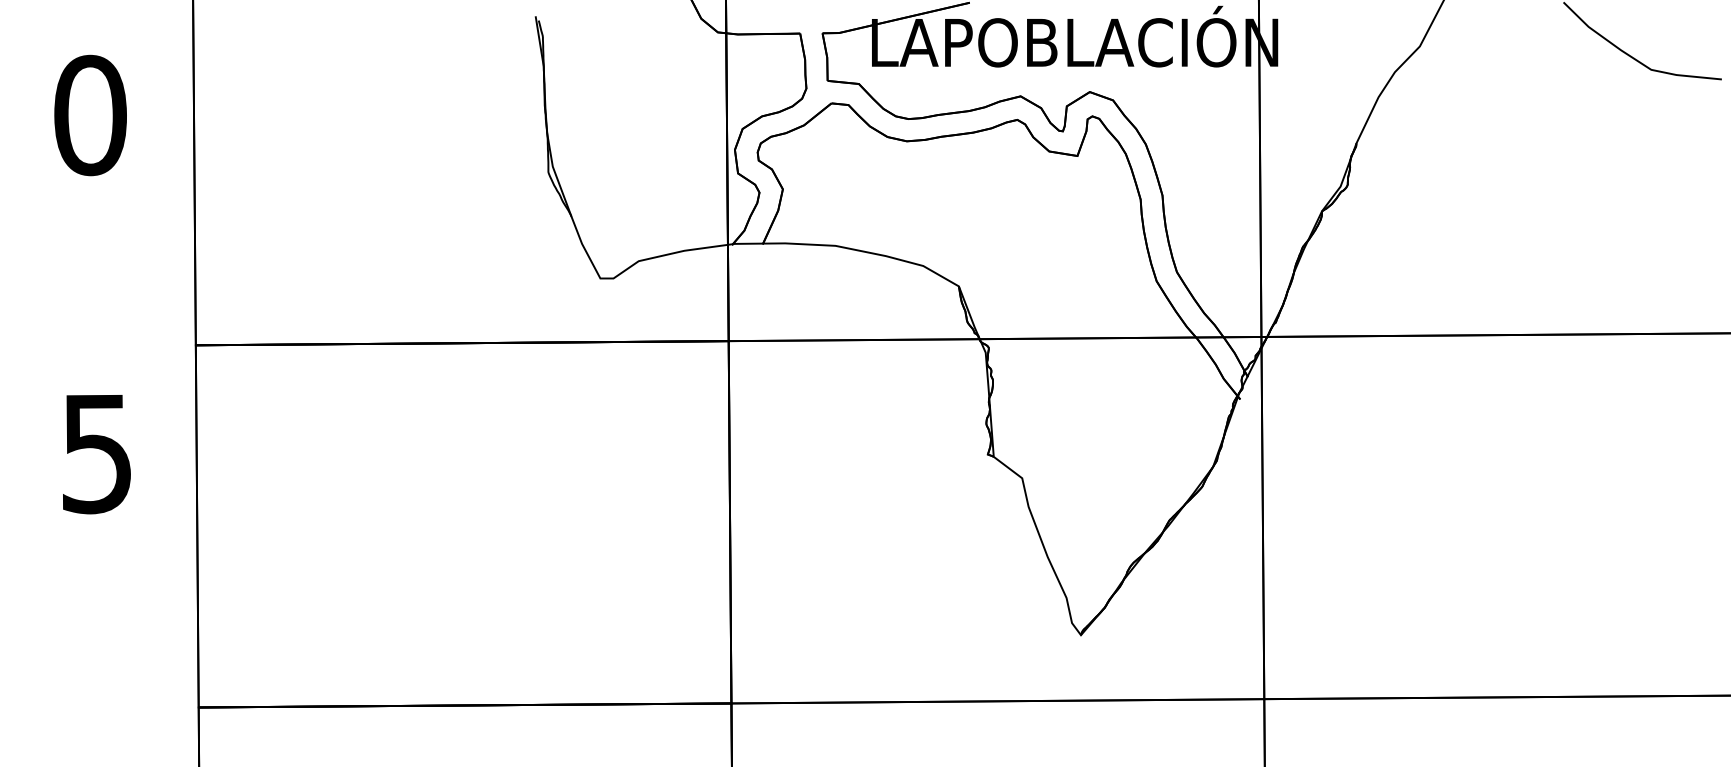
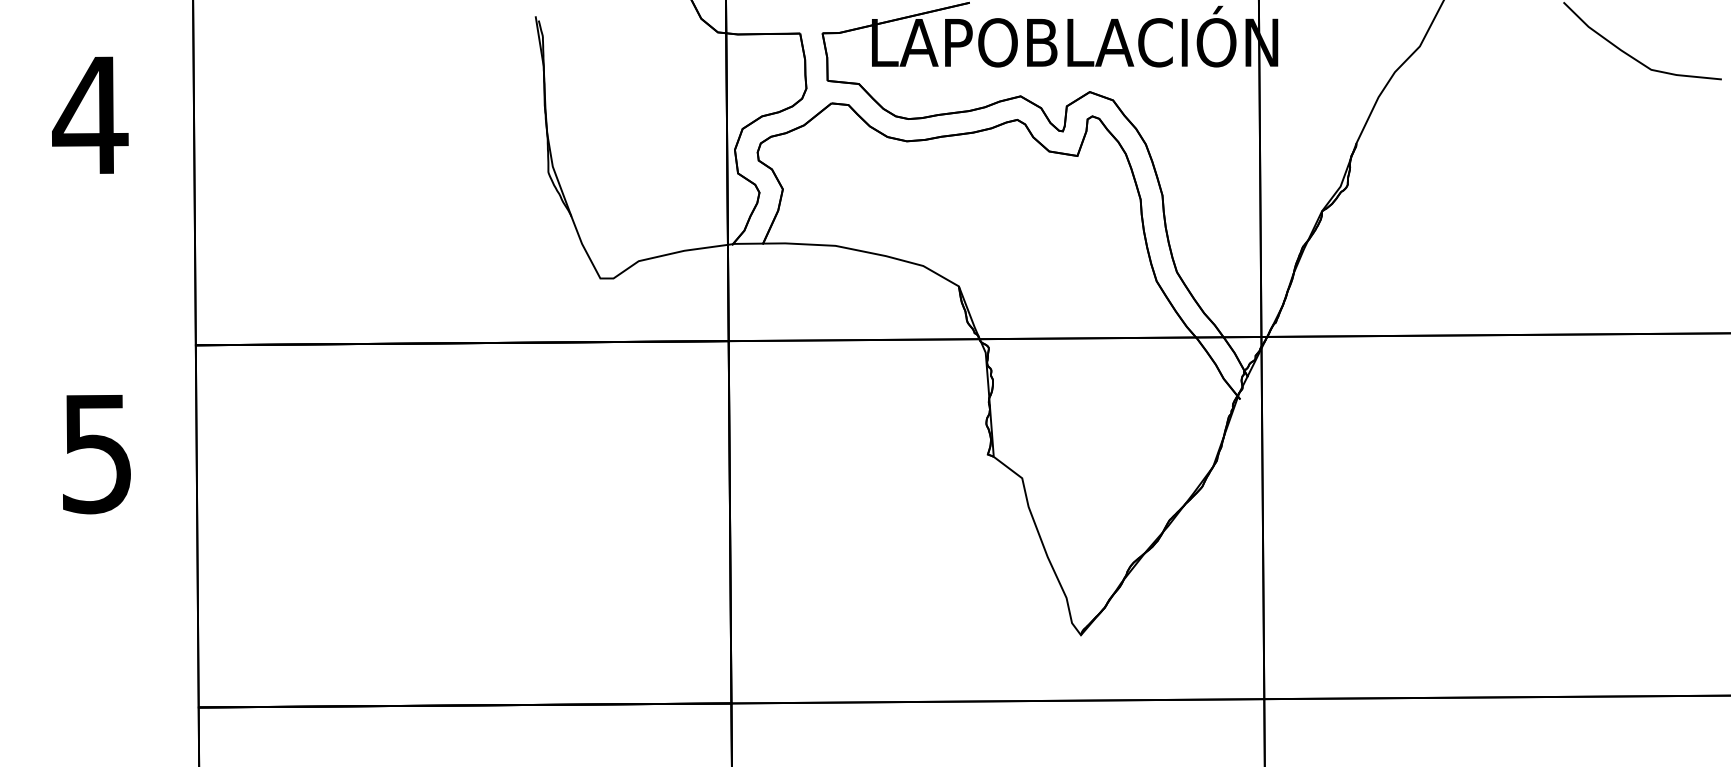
text at (90, 115): 0 -> 4
